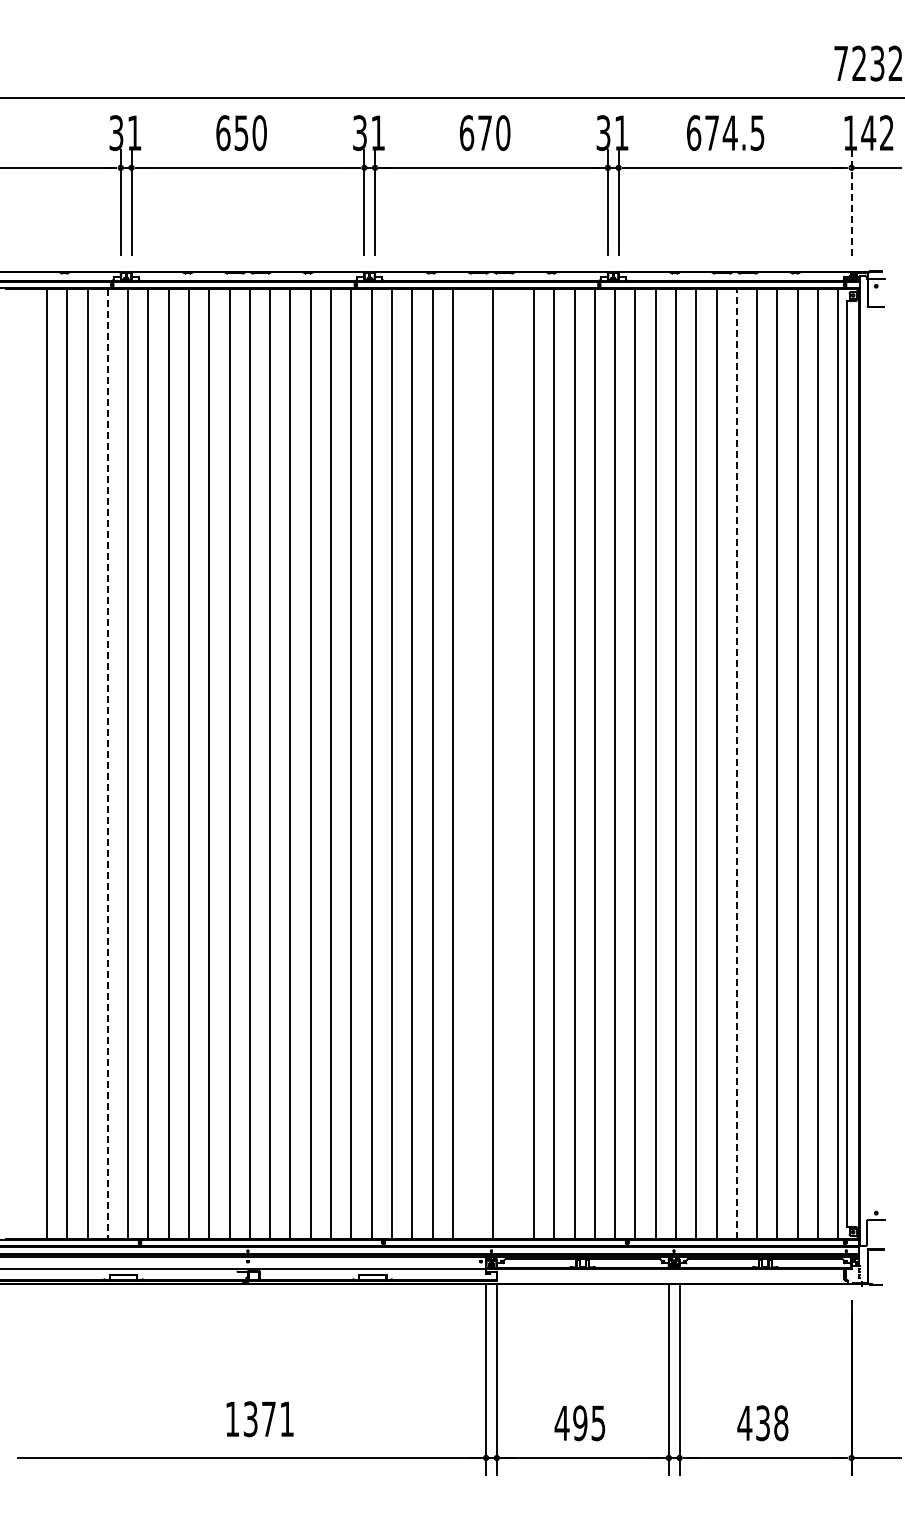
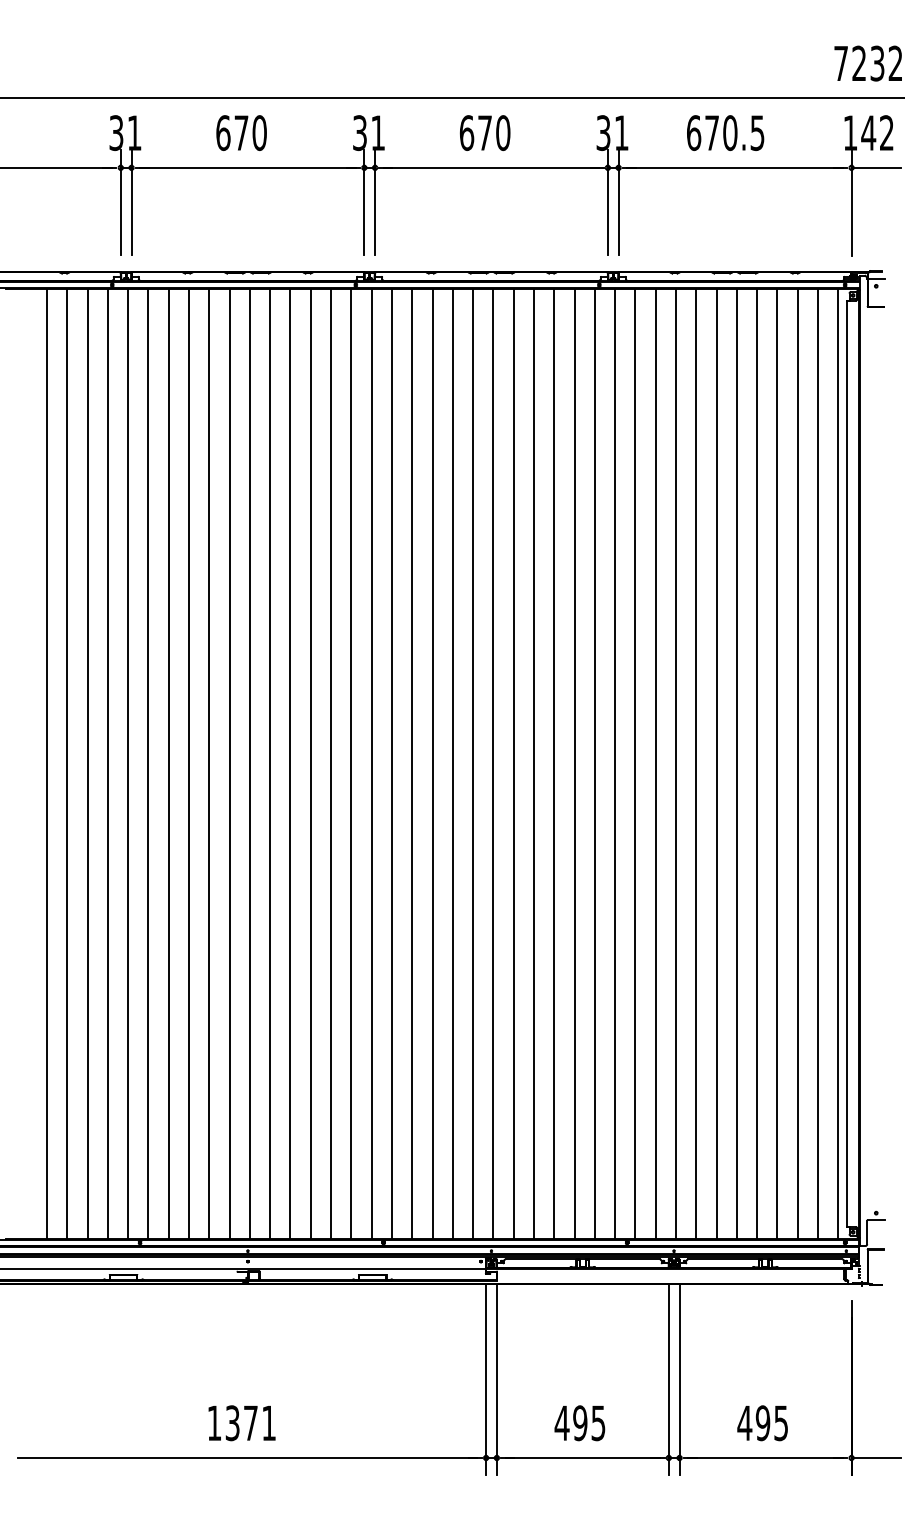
text at (241, 133): 650 -> 670
text at (729, 133): 674.5 -> 670.5
line at (851, 202): dashed -> solid
line at (473, 763): none -> present
line at (513, 763): none -> present
line at (736, 763): dashed -> solid
line at (107, 764): dashed -> solid
text at (259, 1419) position: (259, 1419) -> (241, 1423)
text at (771, 1423): 438 -> 495
